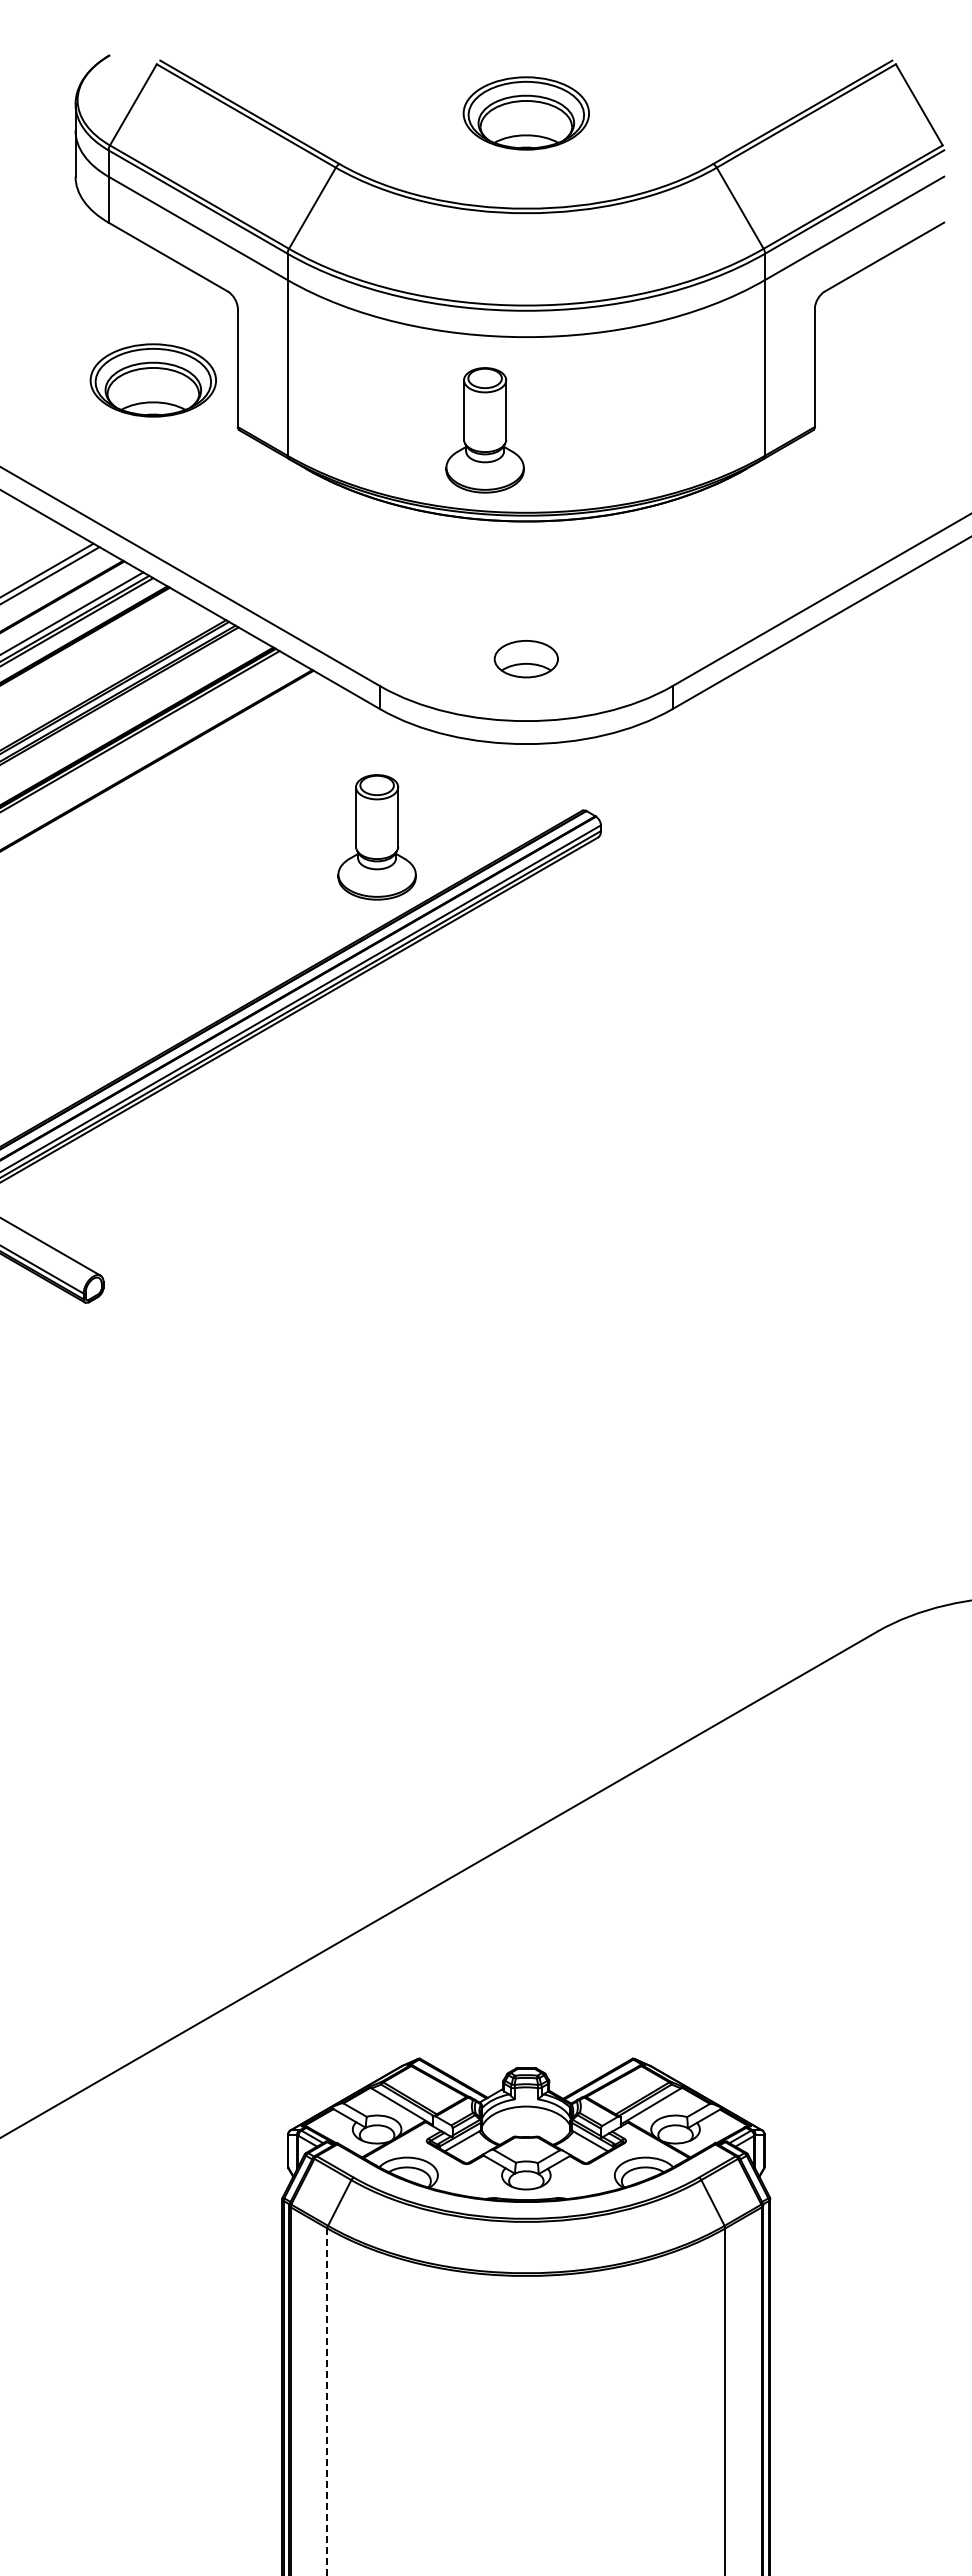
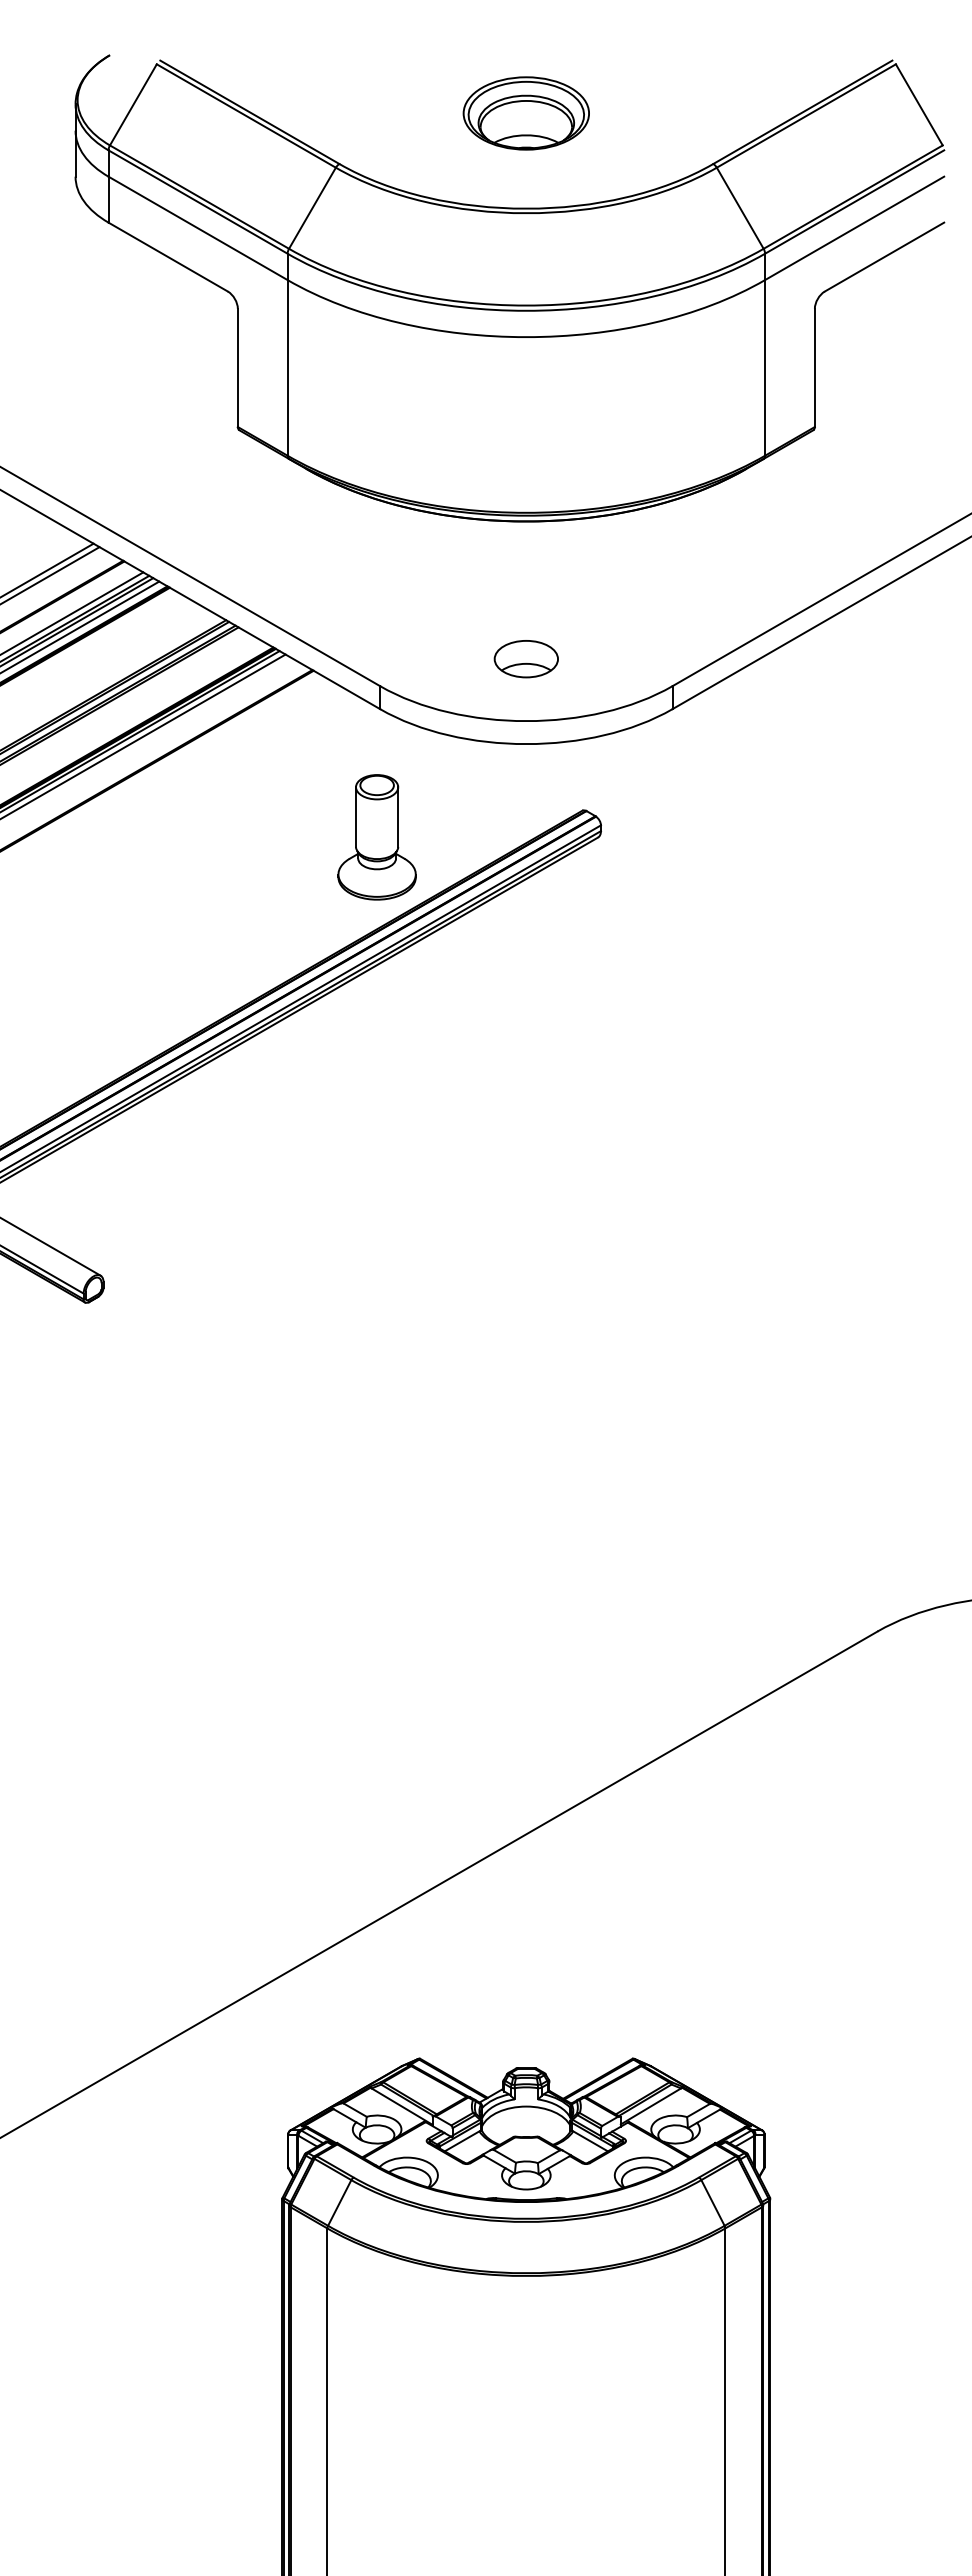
part at (152, 380): present -> none
part at (484, 430): present -> none
line at (80, 626): none -> present
line at (143, 736): none -> present
line at (327, 2402): dashed -> solid
